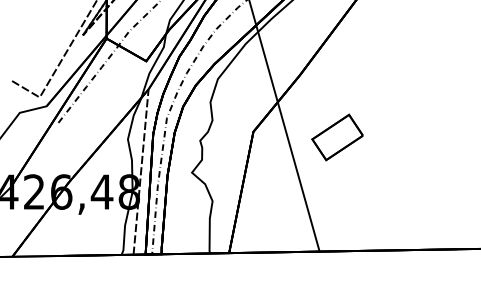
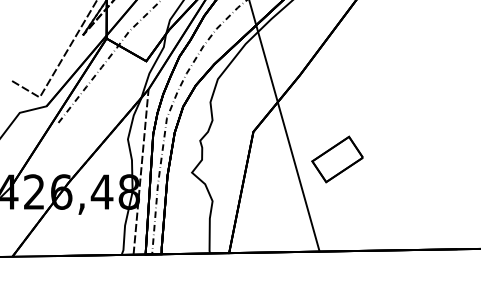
part at (337, 137) position: (337, 137) -> (337, 159)
